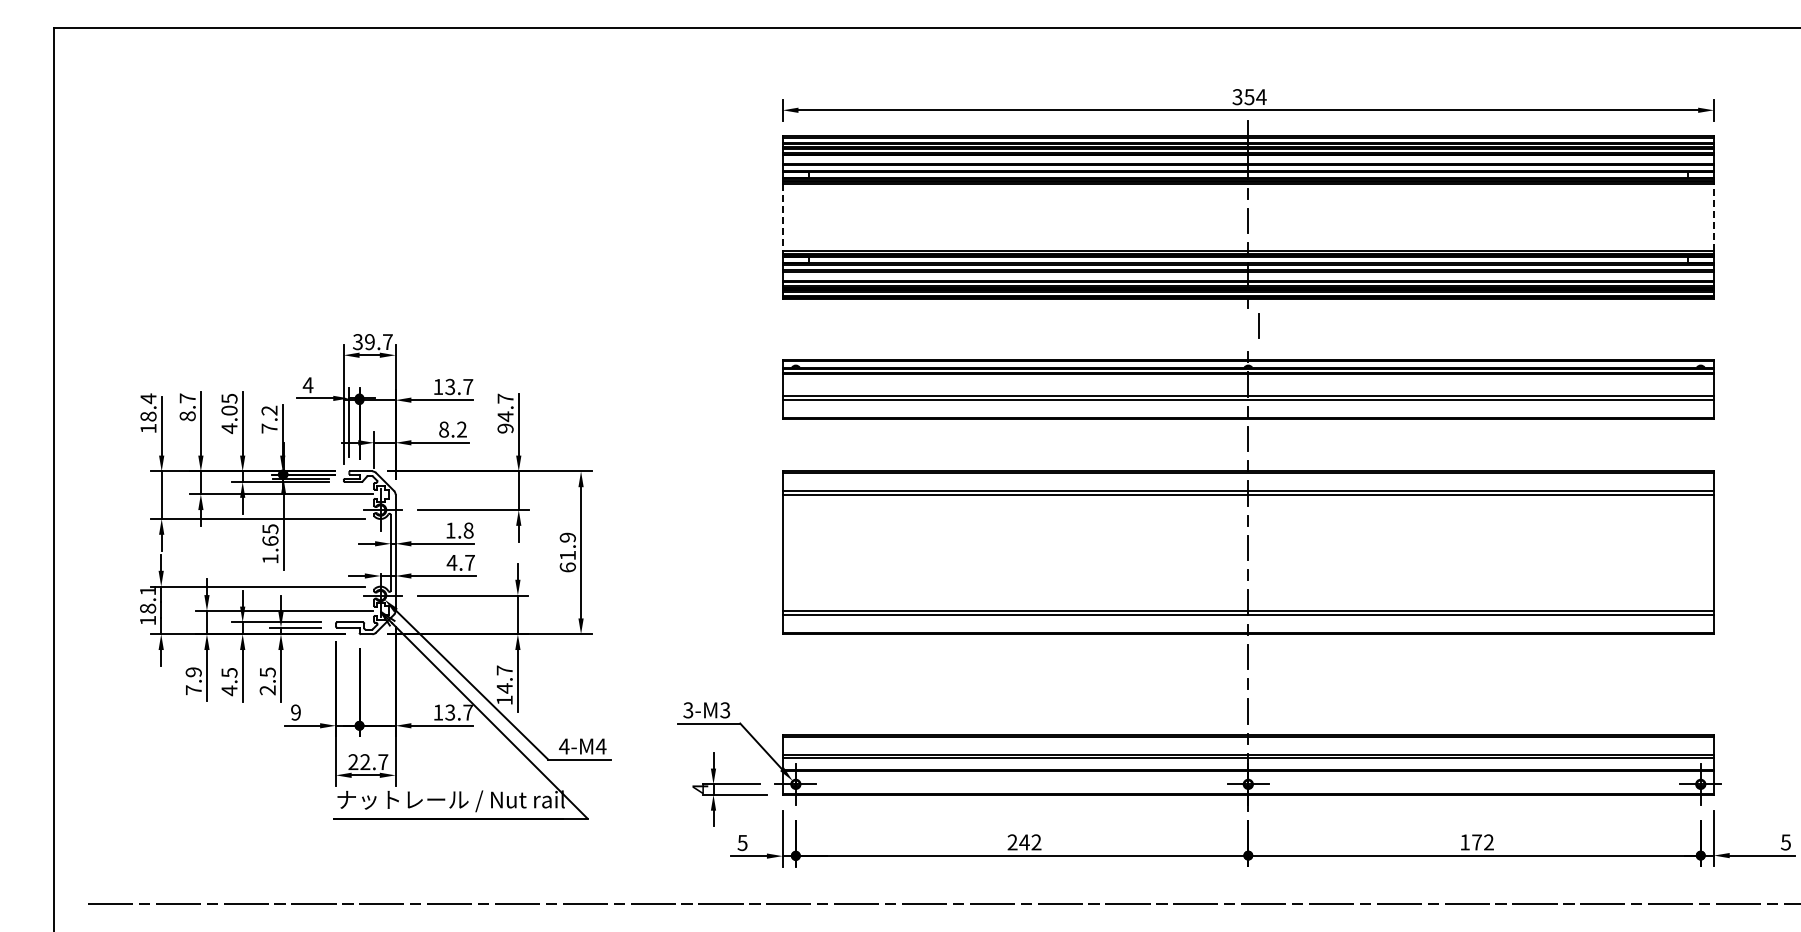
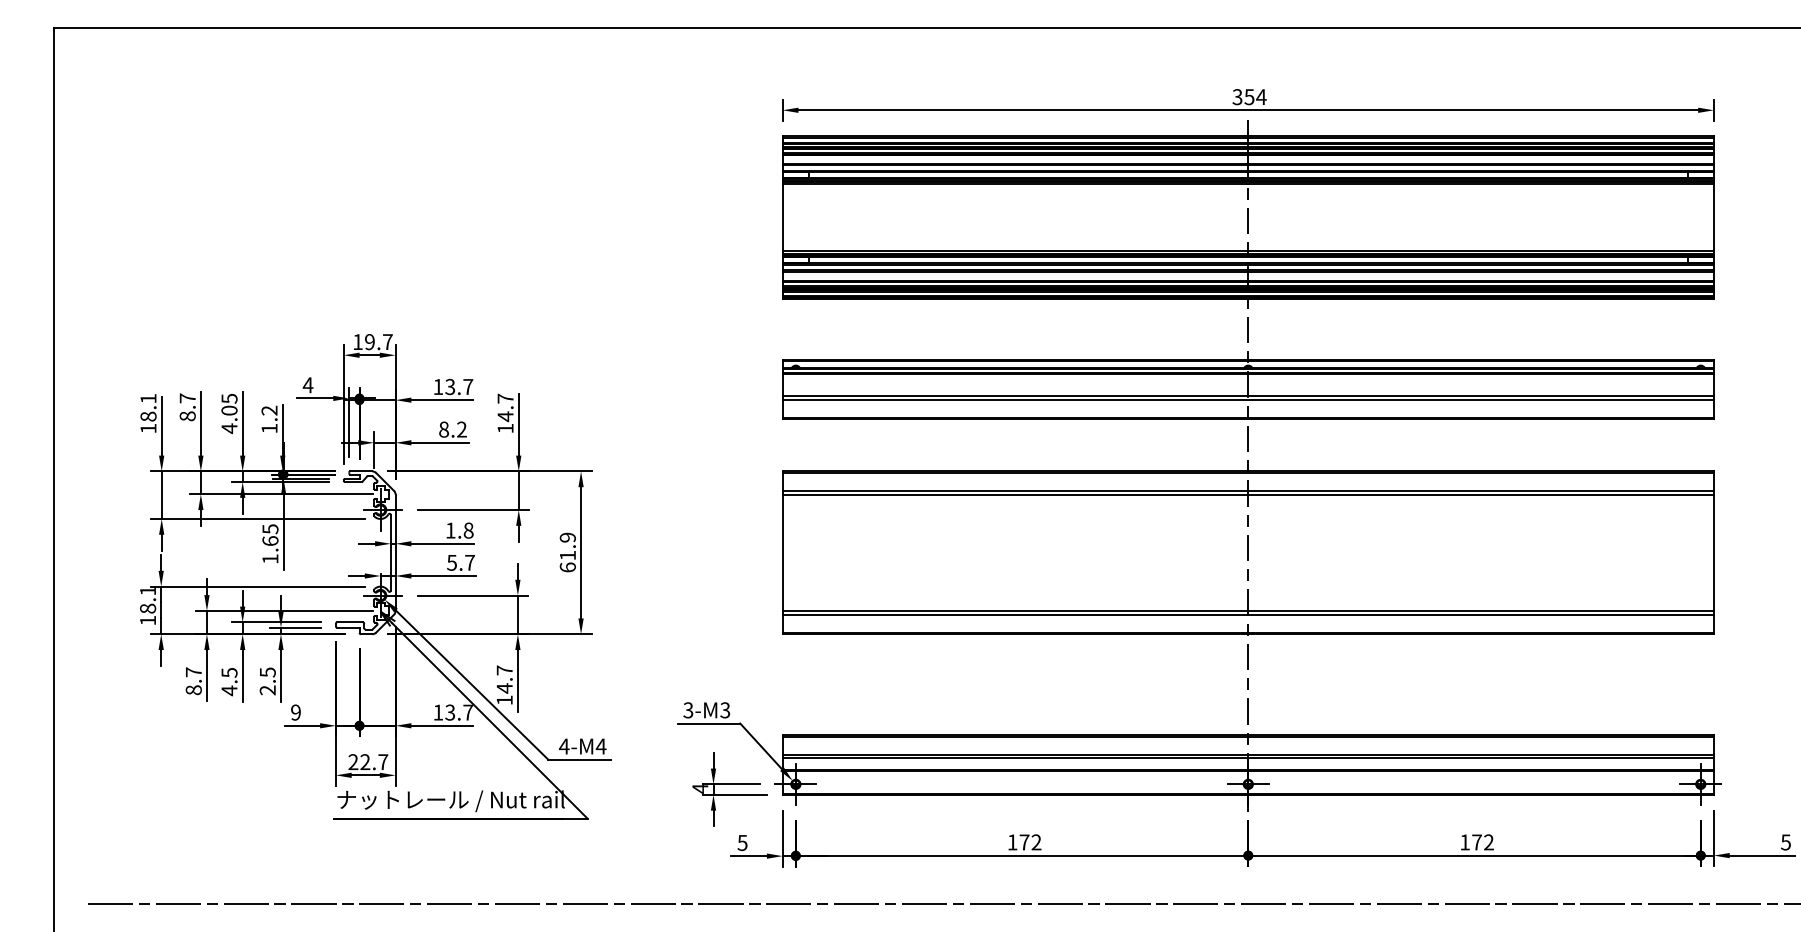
line at (782, 217): dashed -> solid
line at (1713, 217): dashed -> solid
line at (1258, 325) position: (1258, 325) -> (1247, 329)
text at (357, 342): 39.7 -> 19.7
text at (148, 398): 18.4 -> 18.1
text at (269, 428): 7.2 -> 1.2
text at (505, 428): 94.7 -> 14.7
text at (451, 562): 4.7 -> 5.7
text at (193, 681): 7.9 -> 8.7
text at (1018, 842): 242 -> 172
